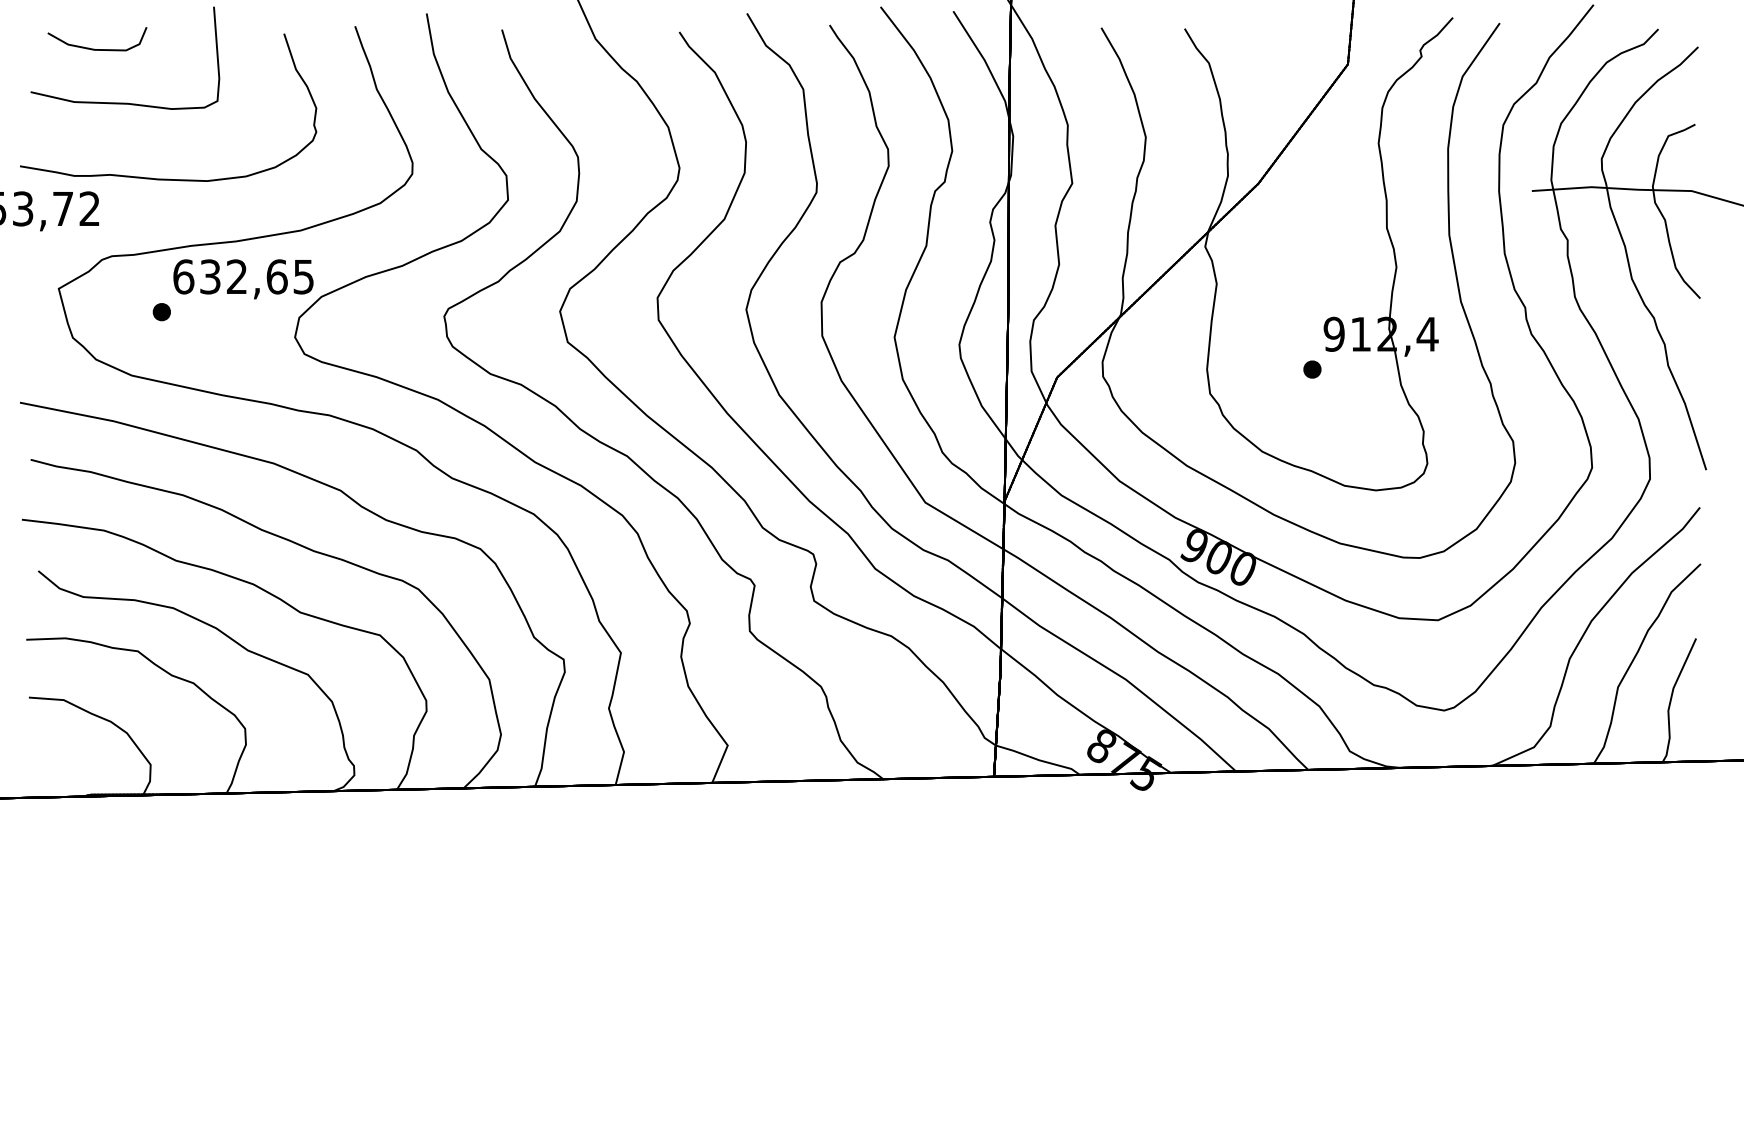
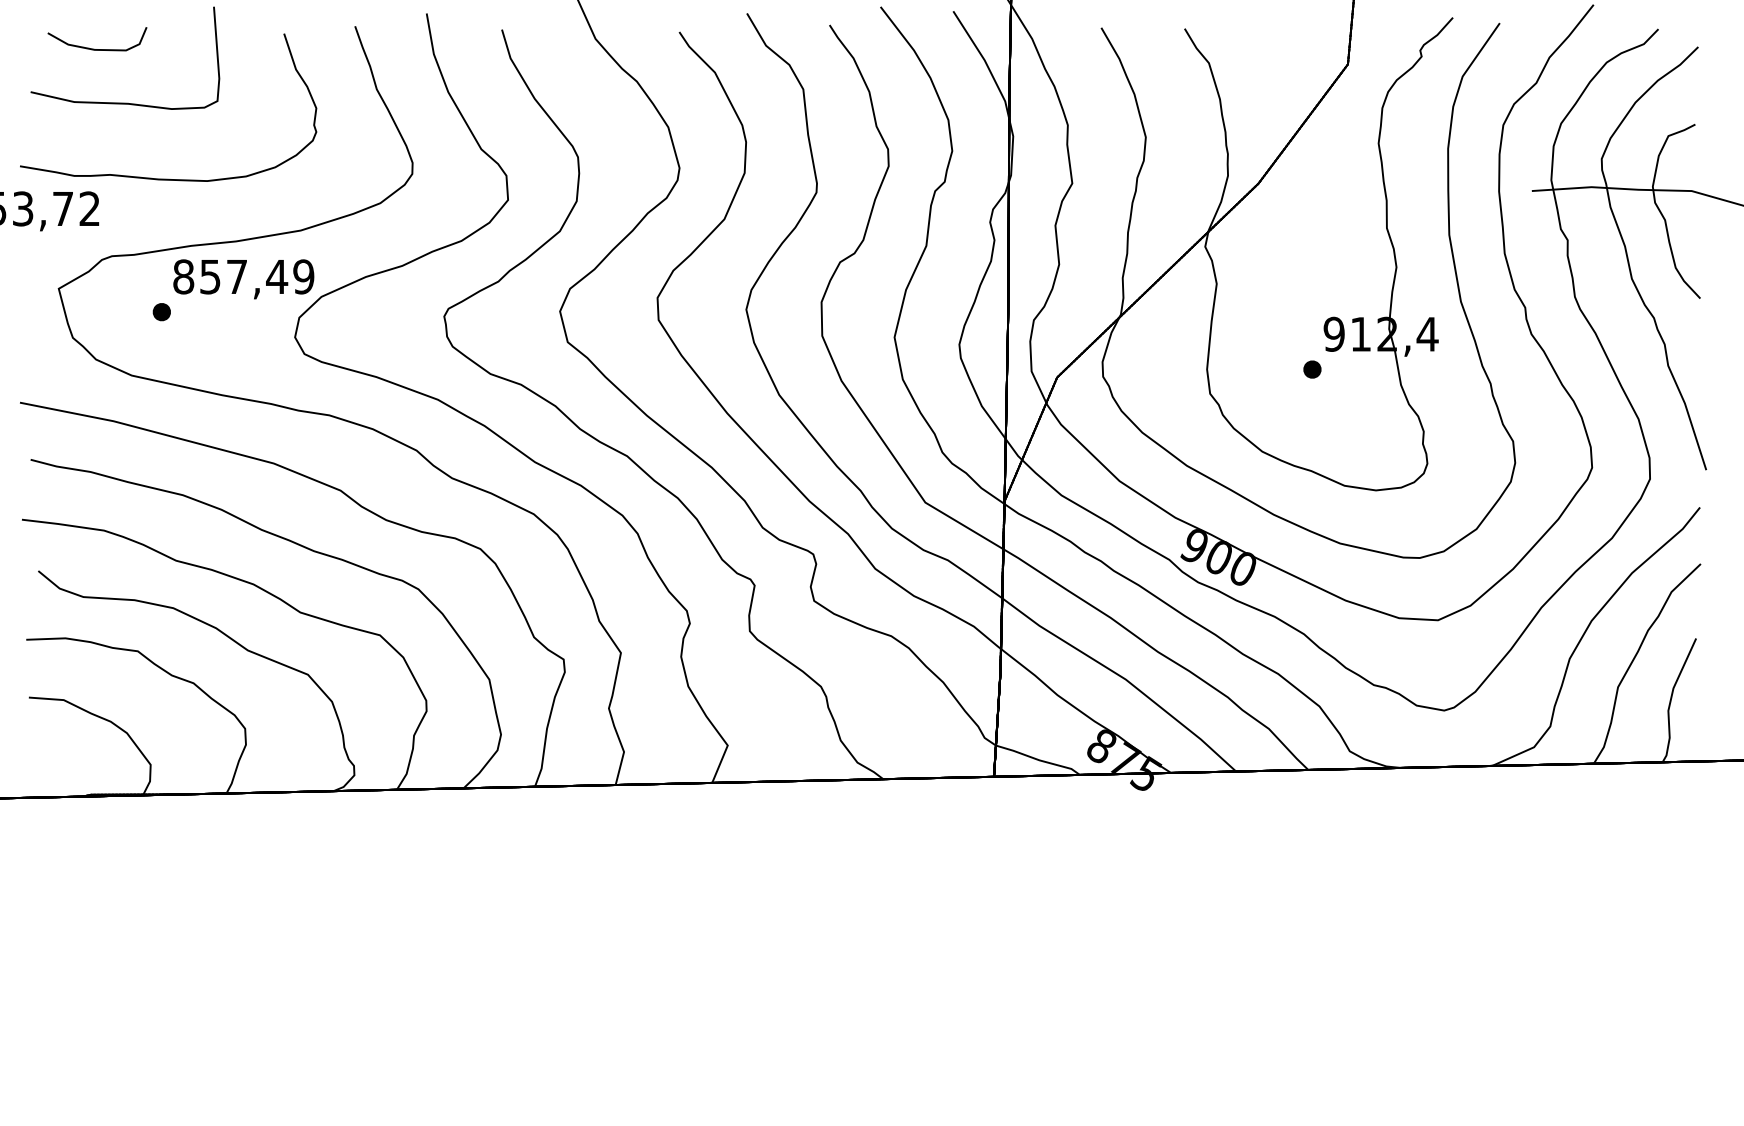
text at (243, 276): 632,65 -> 857,49
